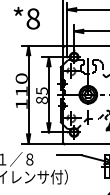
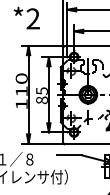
text at (32, 18): *8 -> *2
